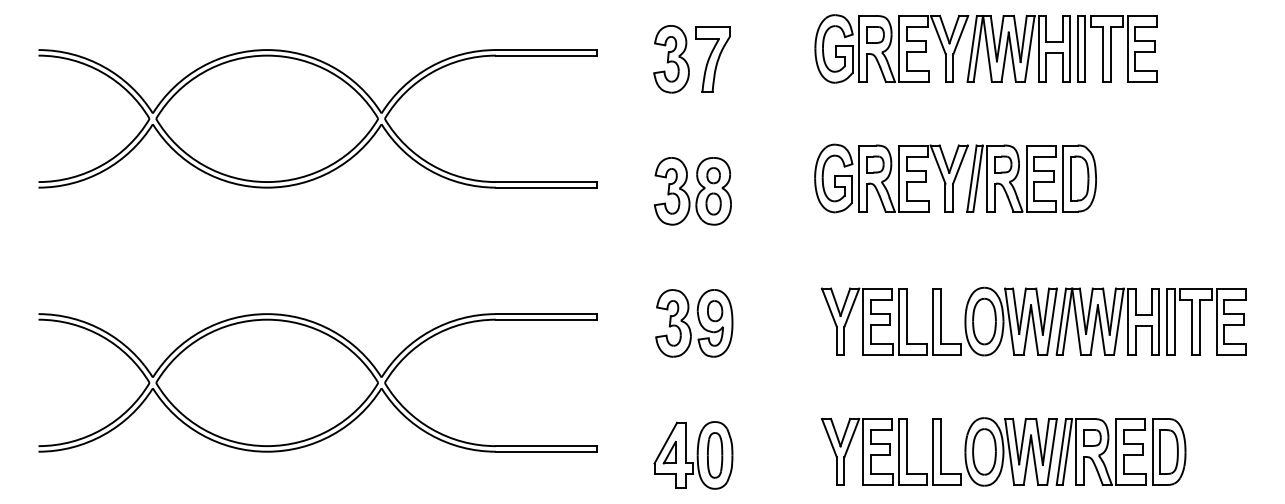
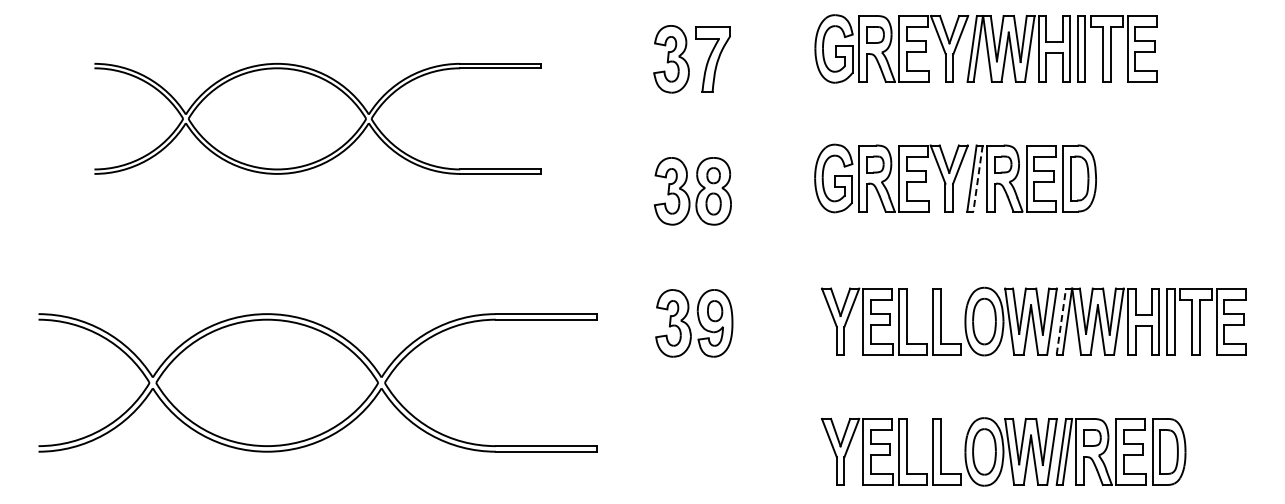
part at (317, 118) size: 560x140 px -> 448x113 px
line at (977, 179): solid -> dashed
line at (1061, 321): solid -> dashed
part at (693, 455): present -> none
